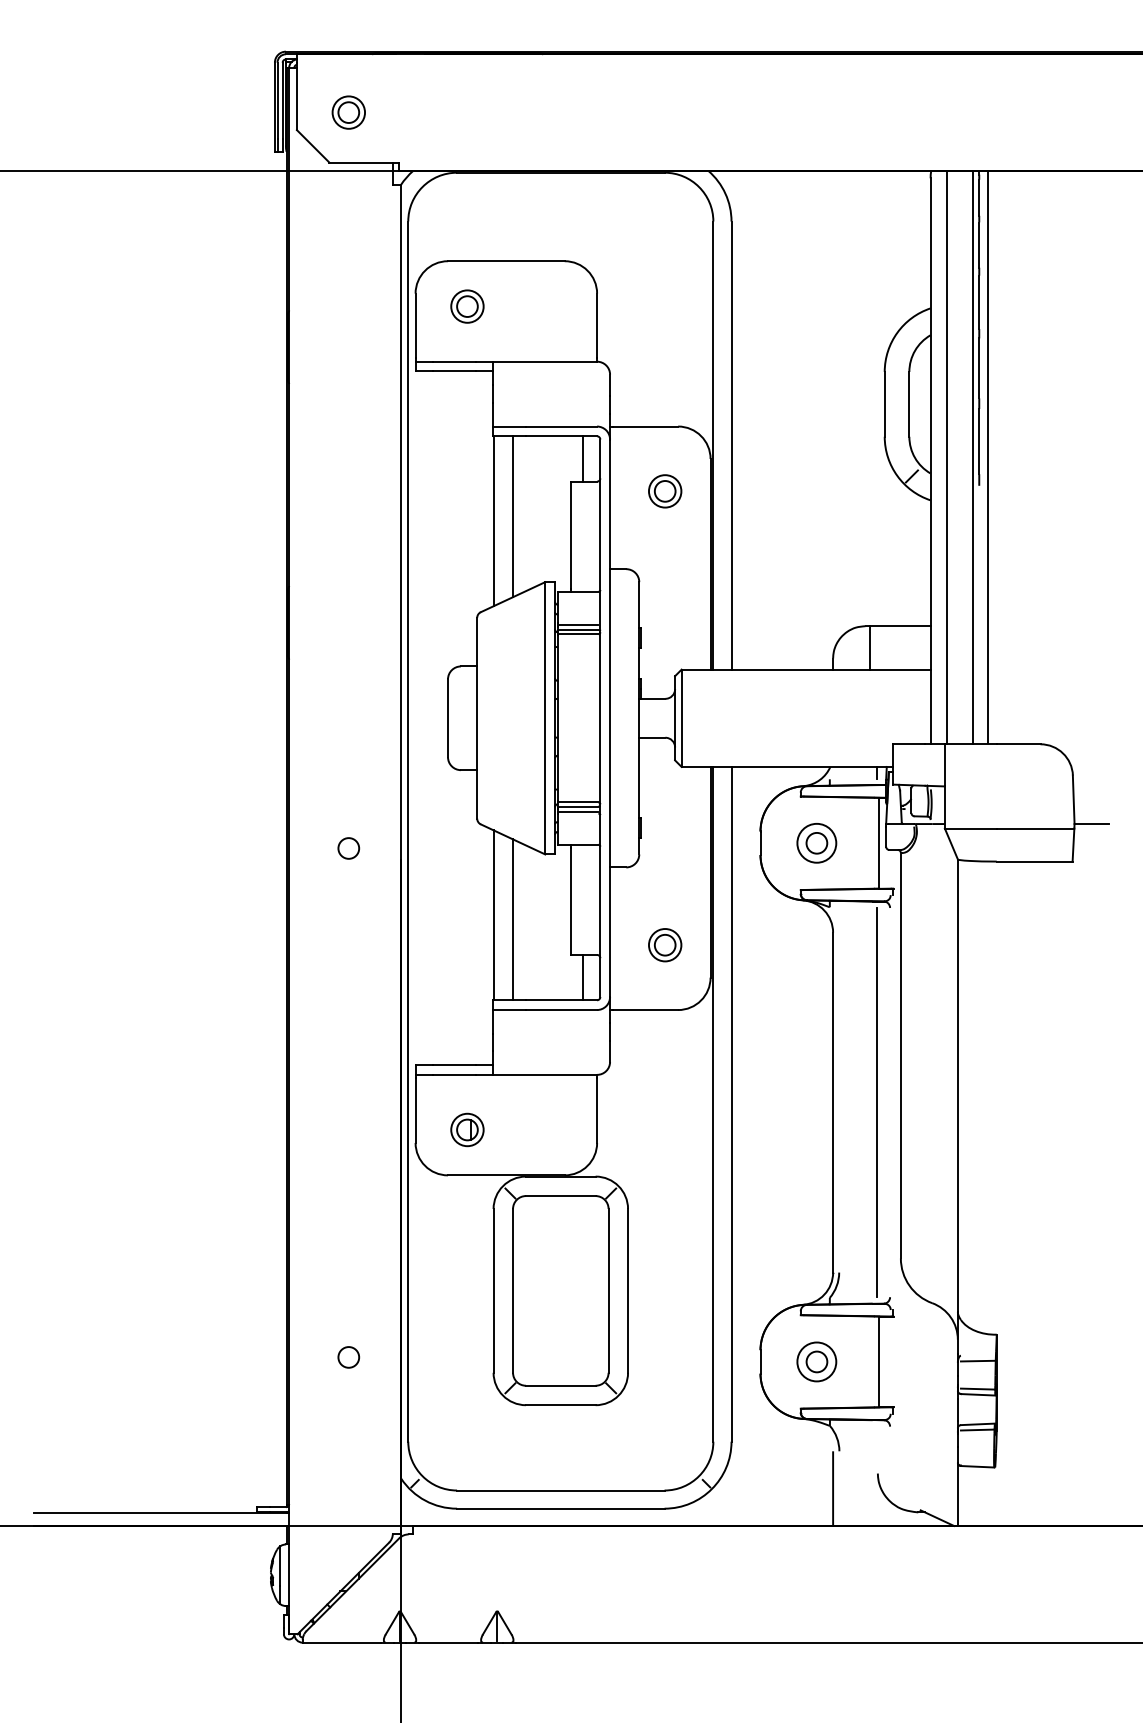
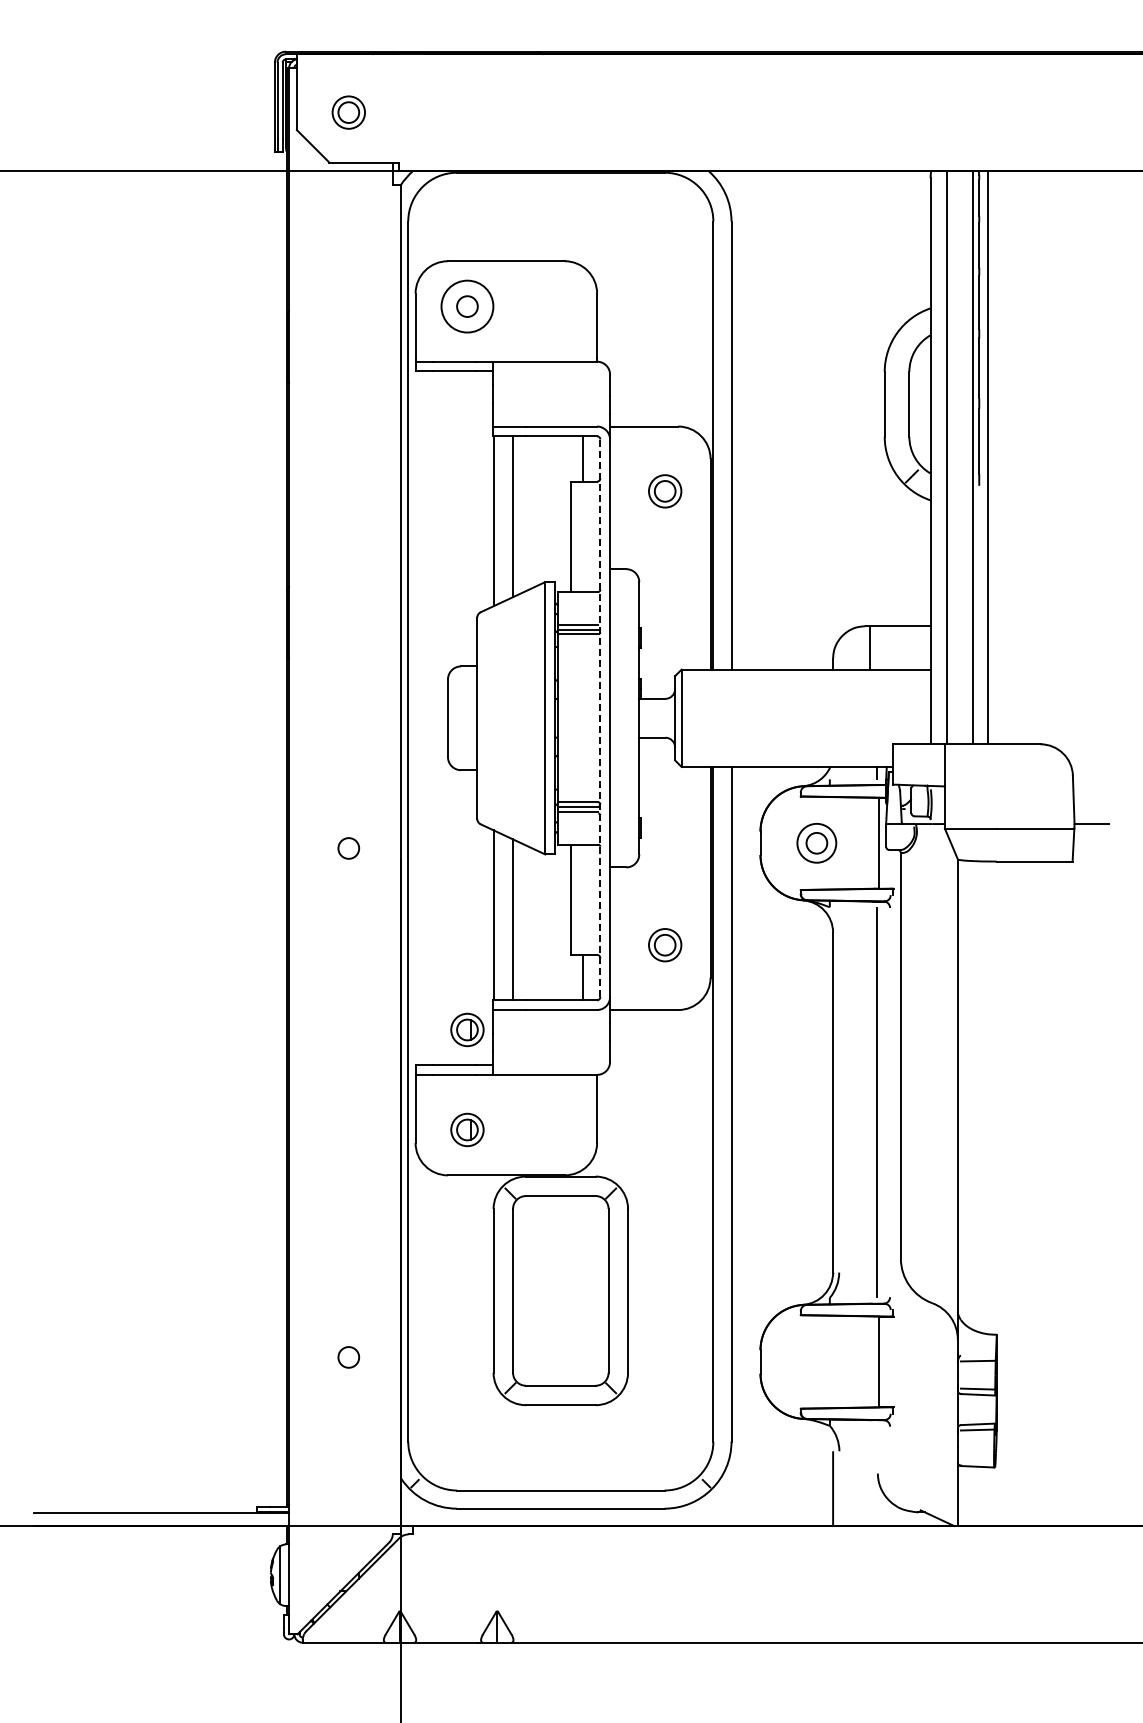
circle at (467, 306) diameter: 32 px -> 52 px
line at (600, 718): solid -> dashed
part at (467, 1029): none -> present
part at (816, 1361): present -> none
